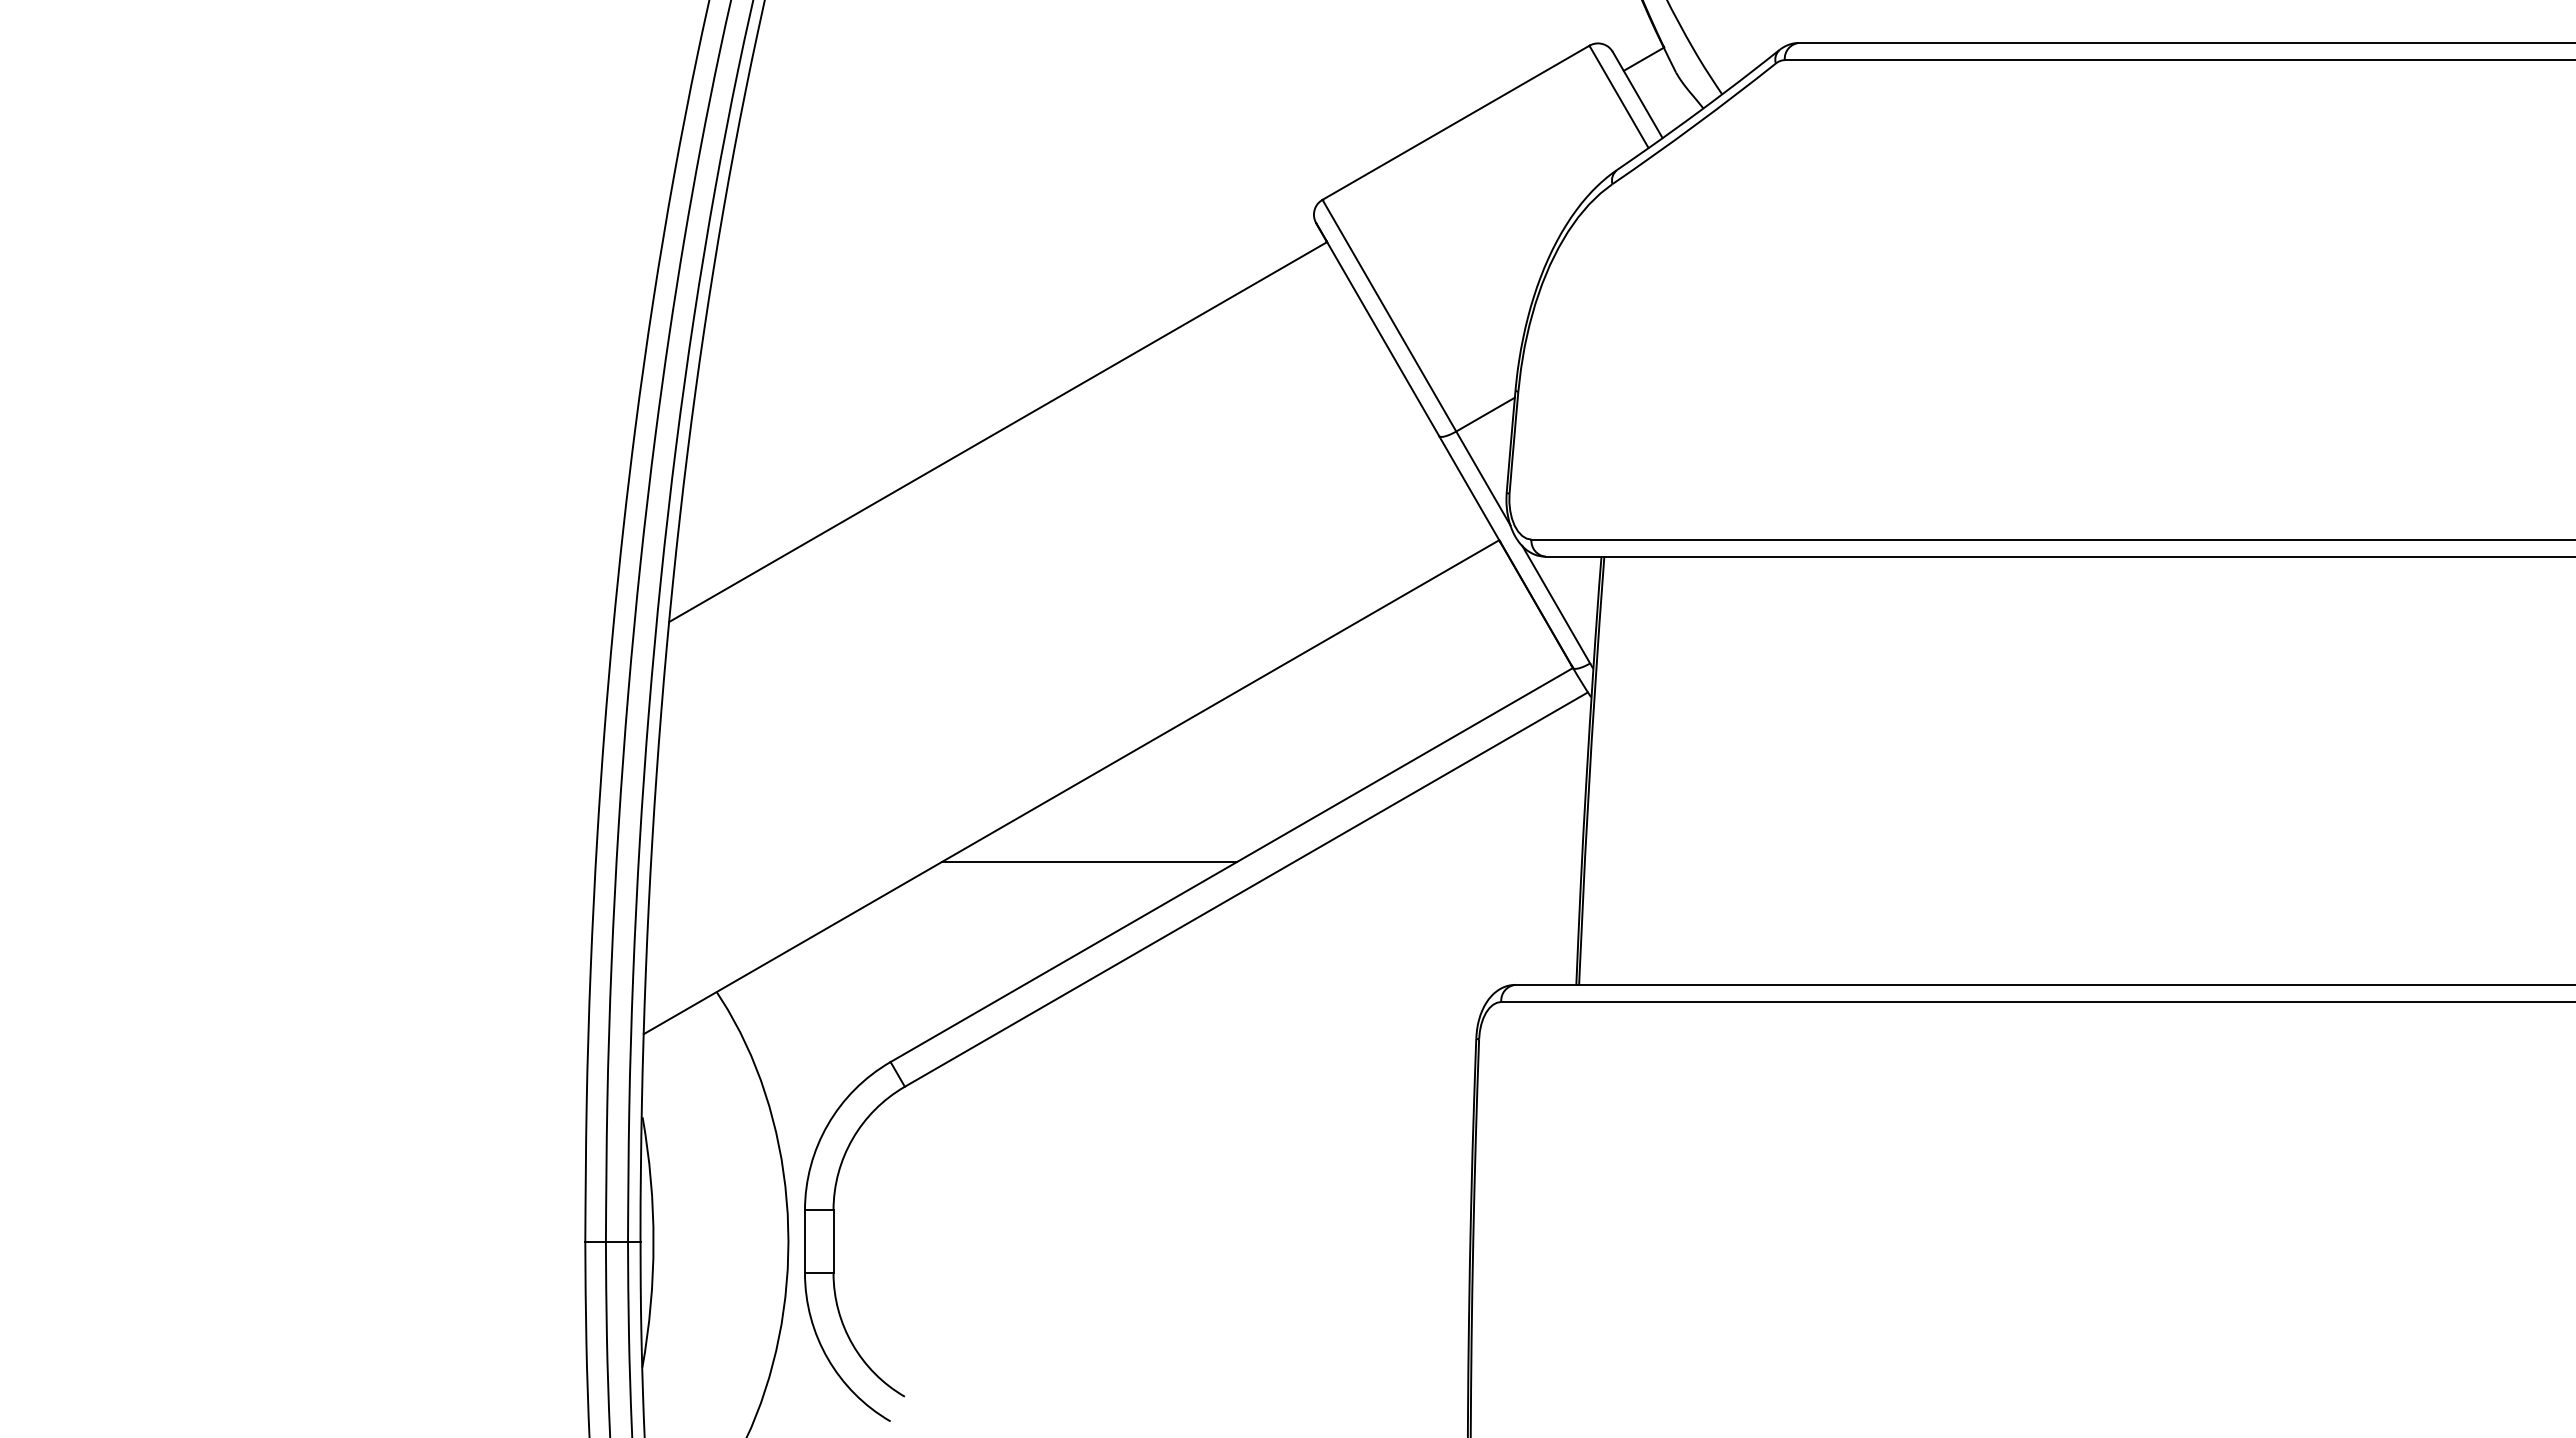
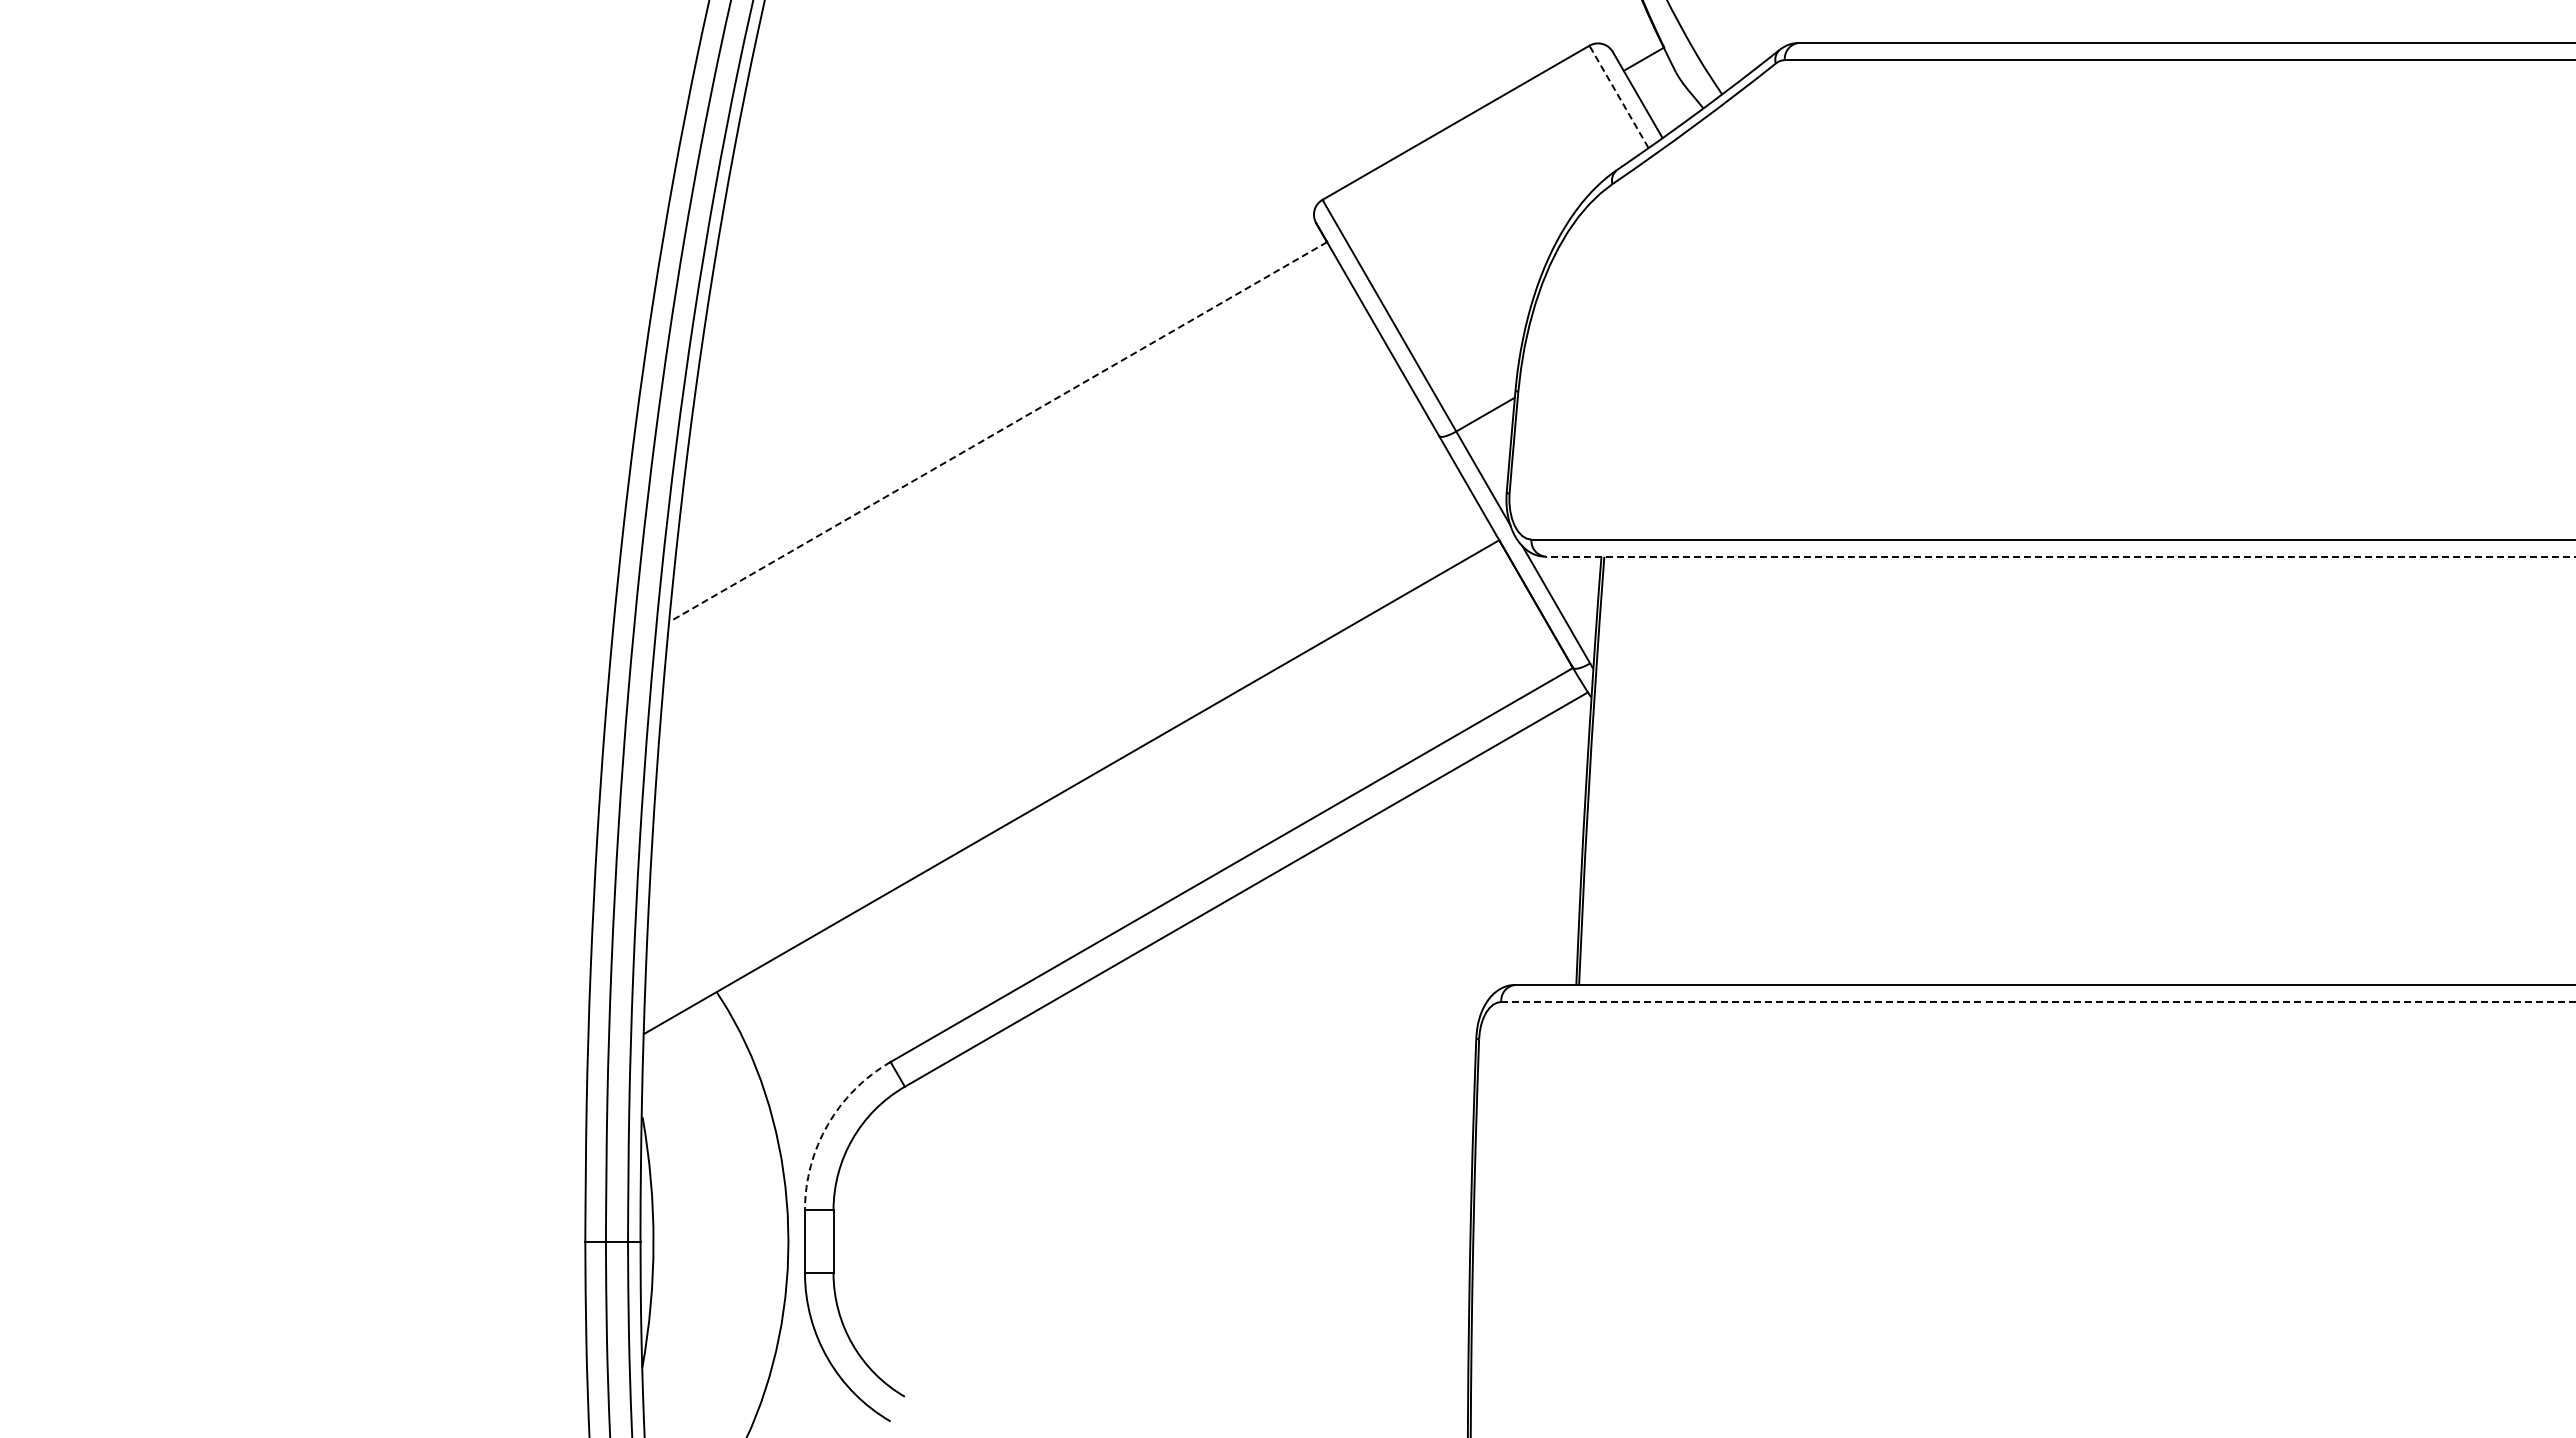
line at (1618, 96): solid -> dashed
line at (998, 432): solid -> dashed
line at (2060, 556): solid -> dashed
line at (1088, 862): present -> none
line at (2038, 1001): solid -> dashed
arc at (827, 1124): solid -> dashed
